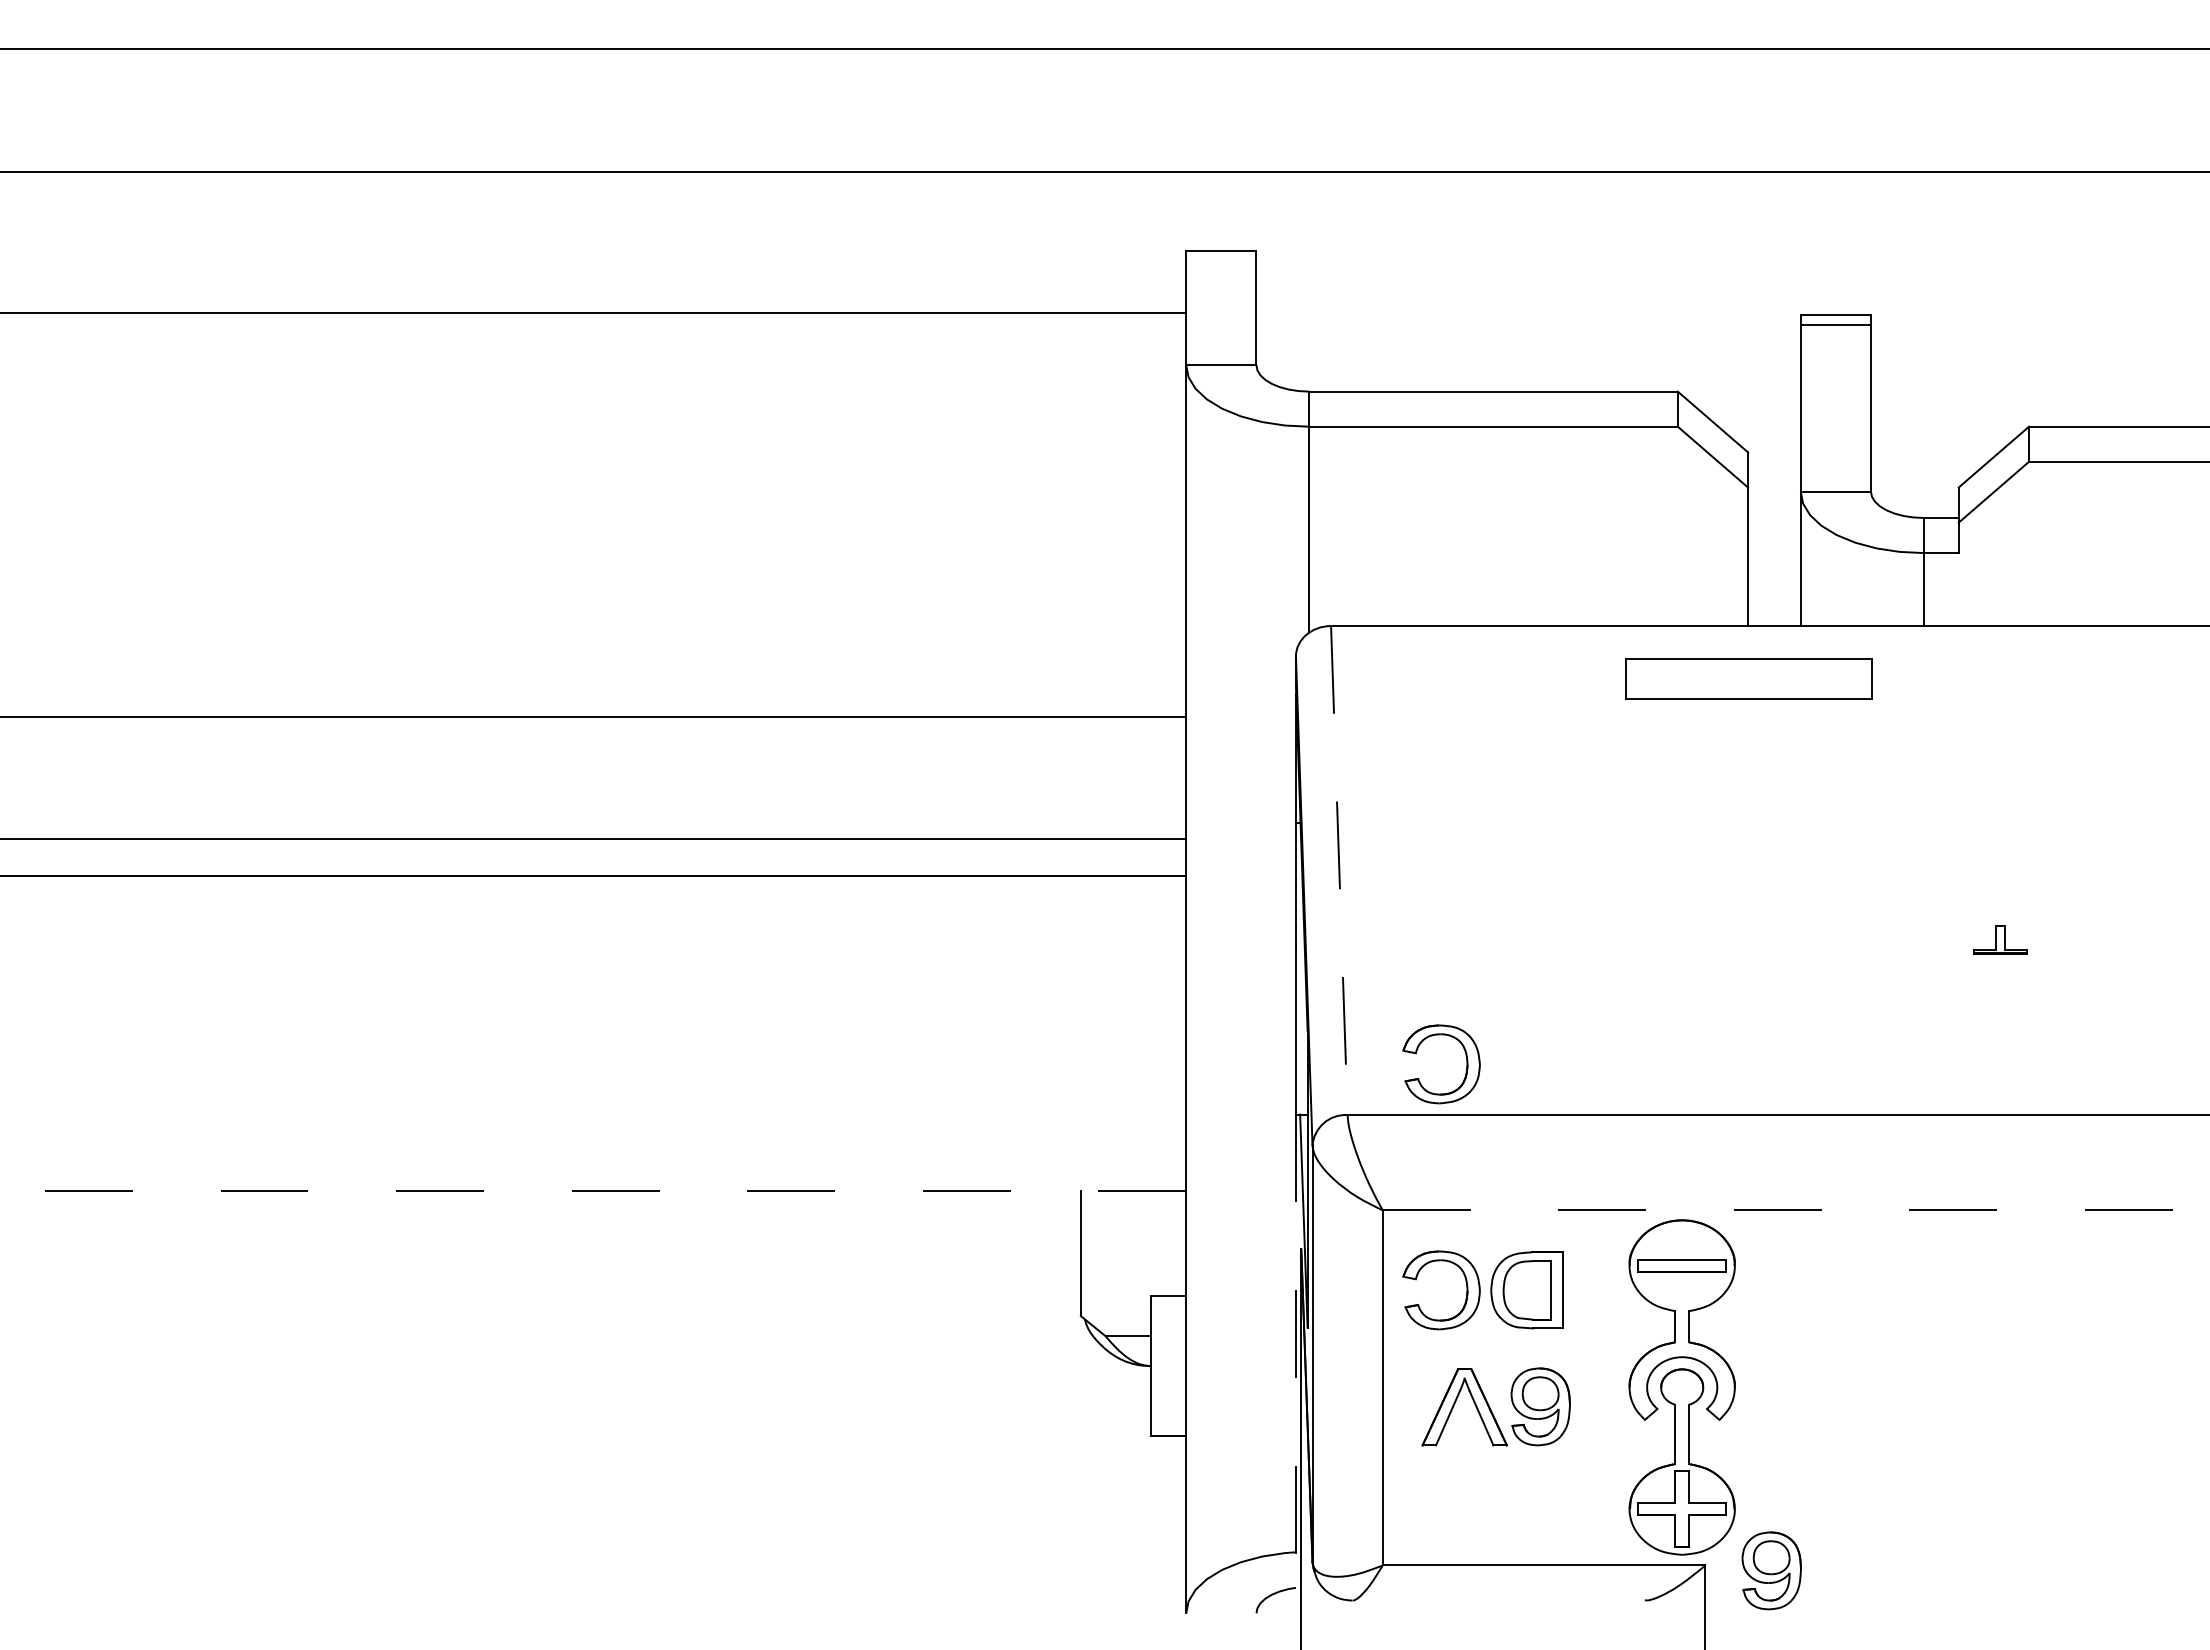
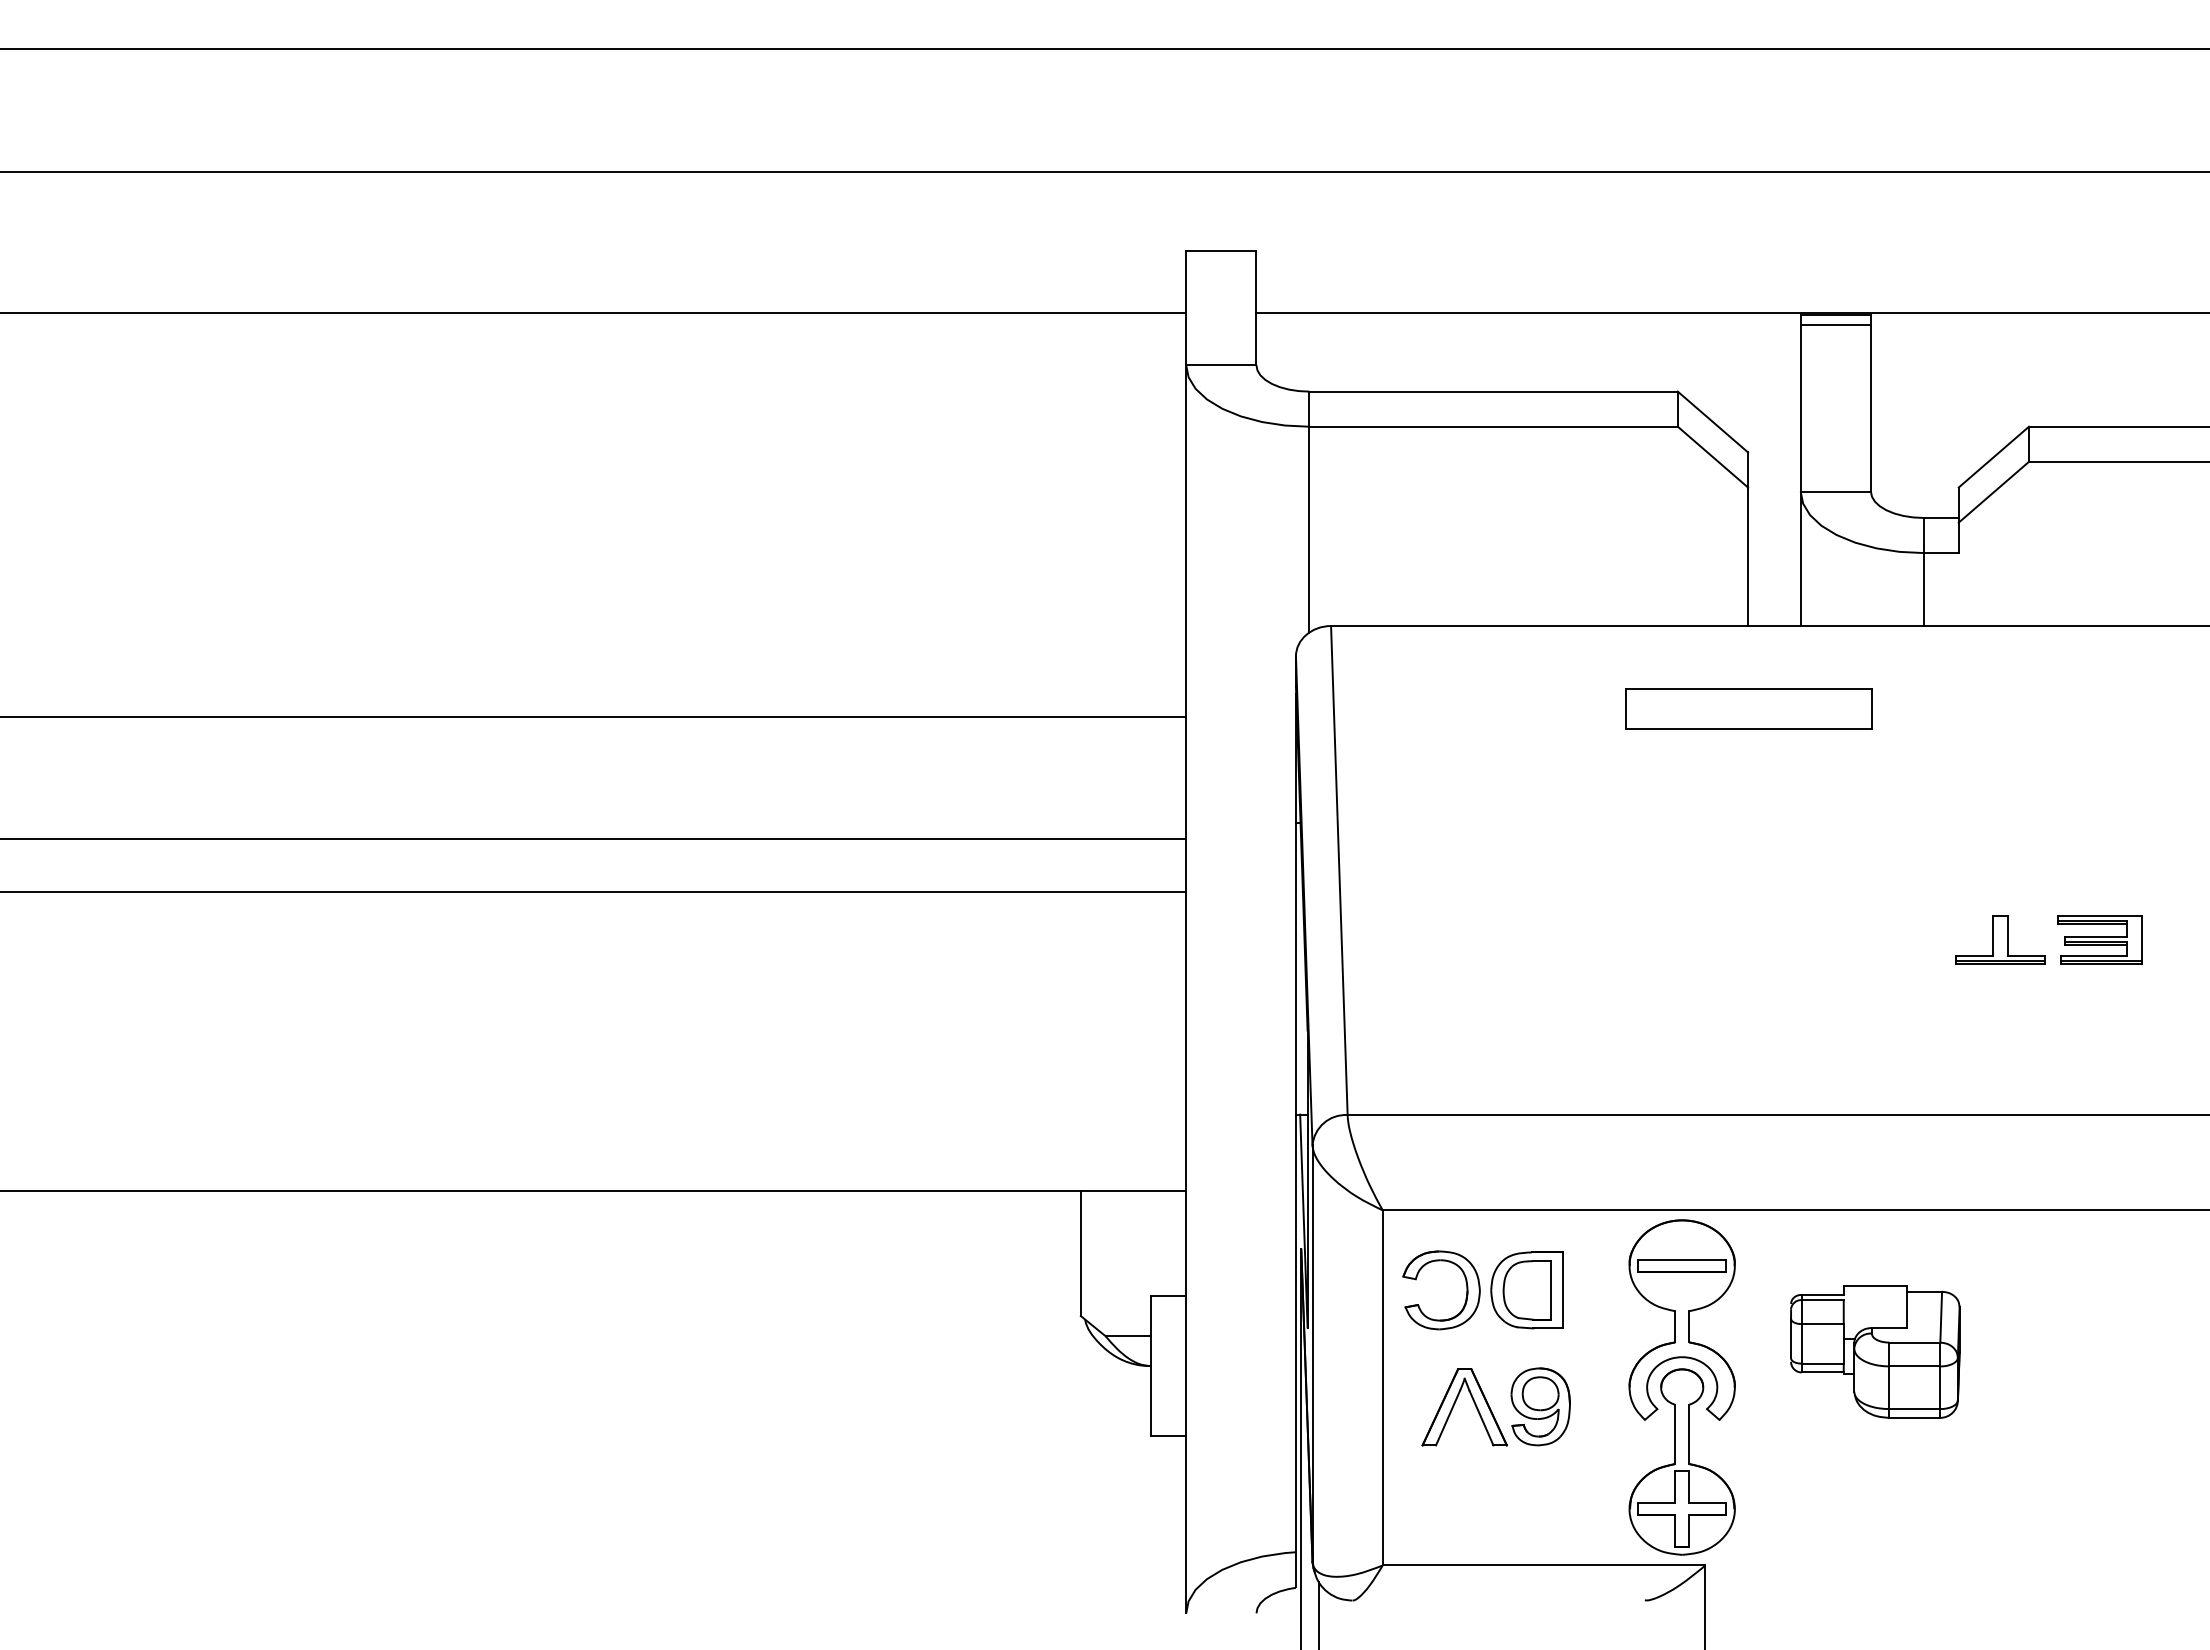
line at (1731, 312): none -> present
part at (1748, 678) position: (1748, 678) -> (1748, 708)
line at (1339, 870): dashed -> solid
line at (594, 876) position: (594, 876) -> (594, 892)
part at (2000, 939) size: 55x30 px -> 91x50 px
part at (2099, 939): none -> present
part at (1466, 1064): present -> none
line at (593, 1190): dashed -> solid
line at (1796, 1210): dashed -> solid
line at (1295, 1351): dashed -> solid
part at (1875, 1351): none -> present
part at (1771, 1570): present -> none
line at (1318, 1614): none -> present
